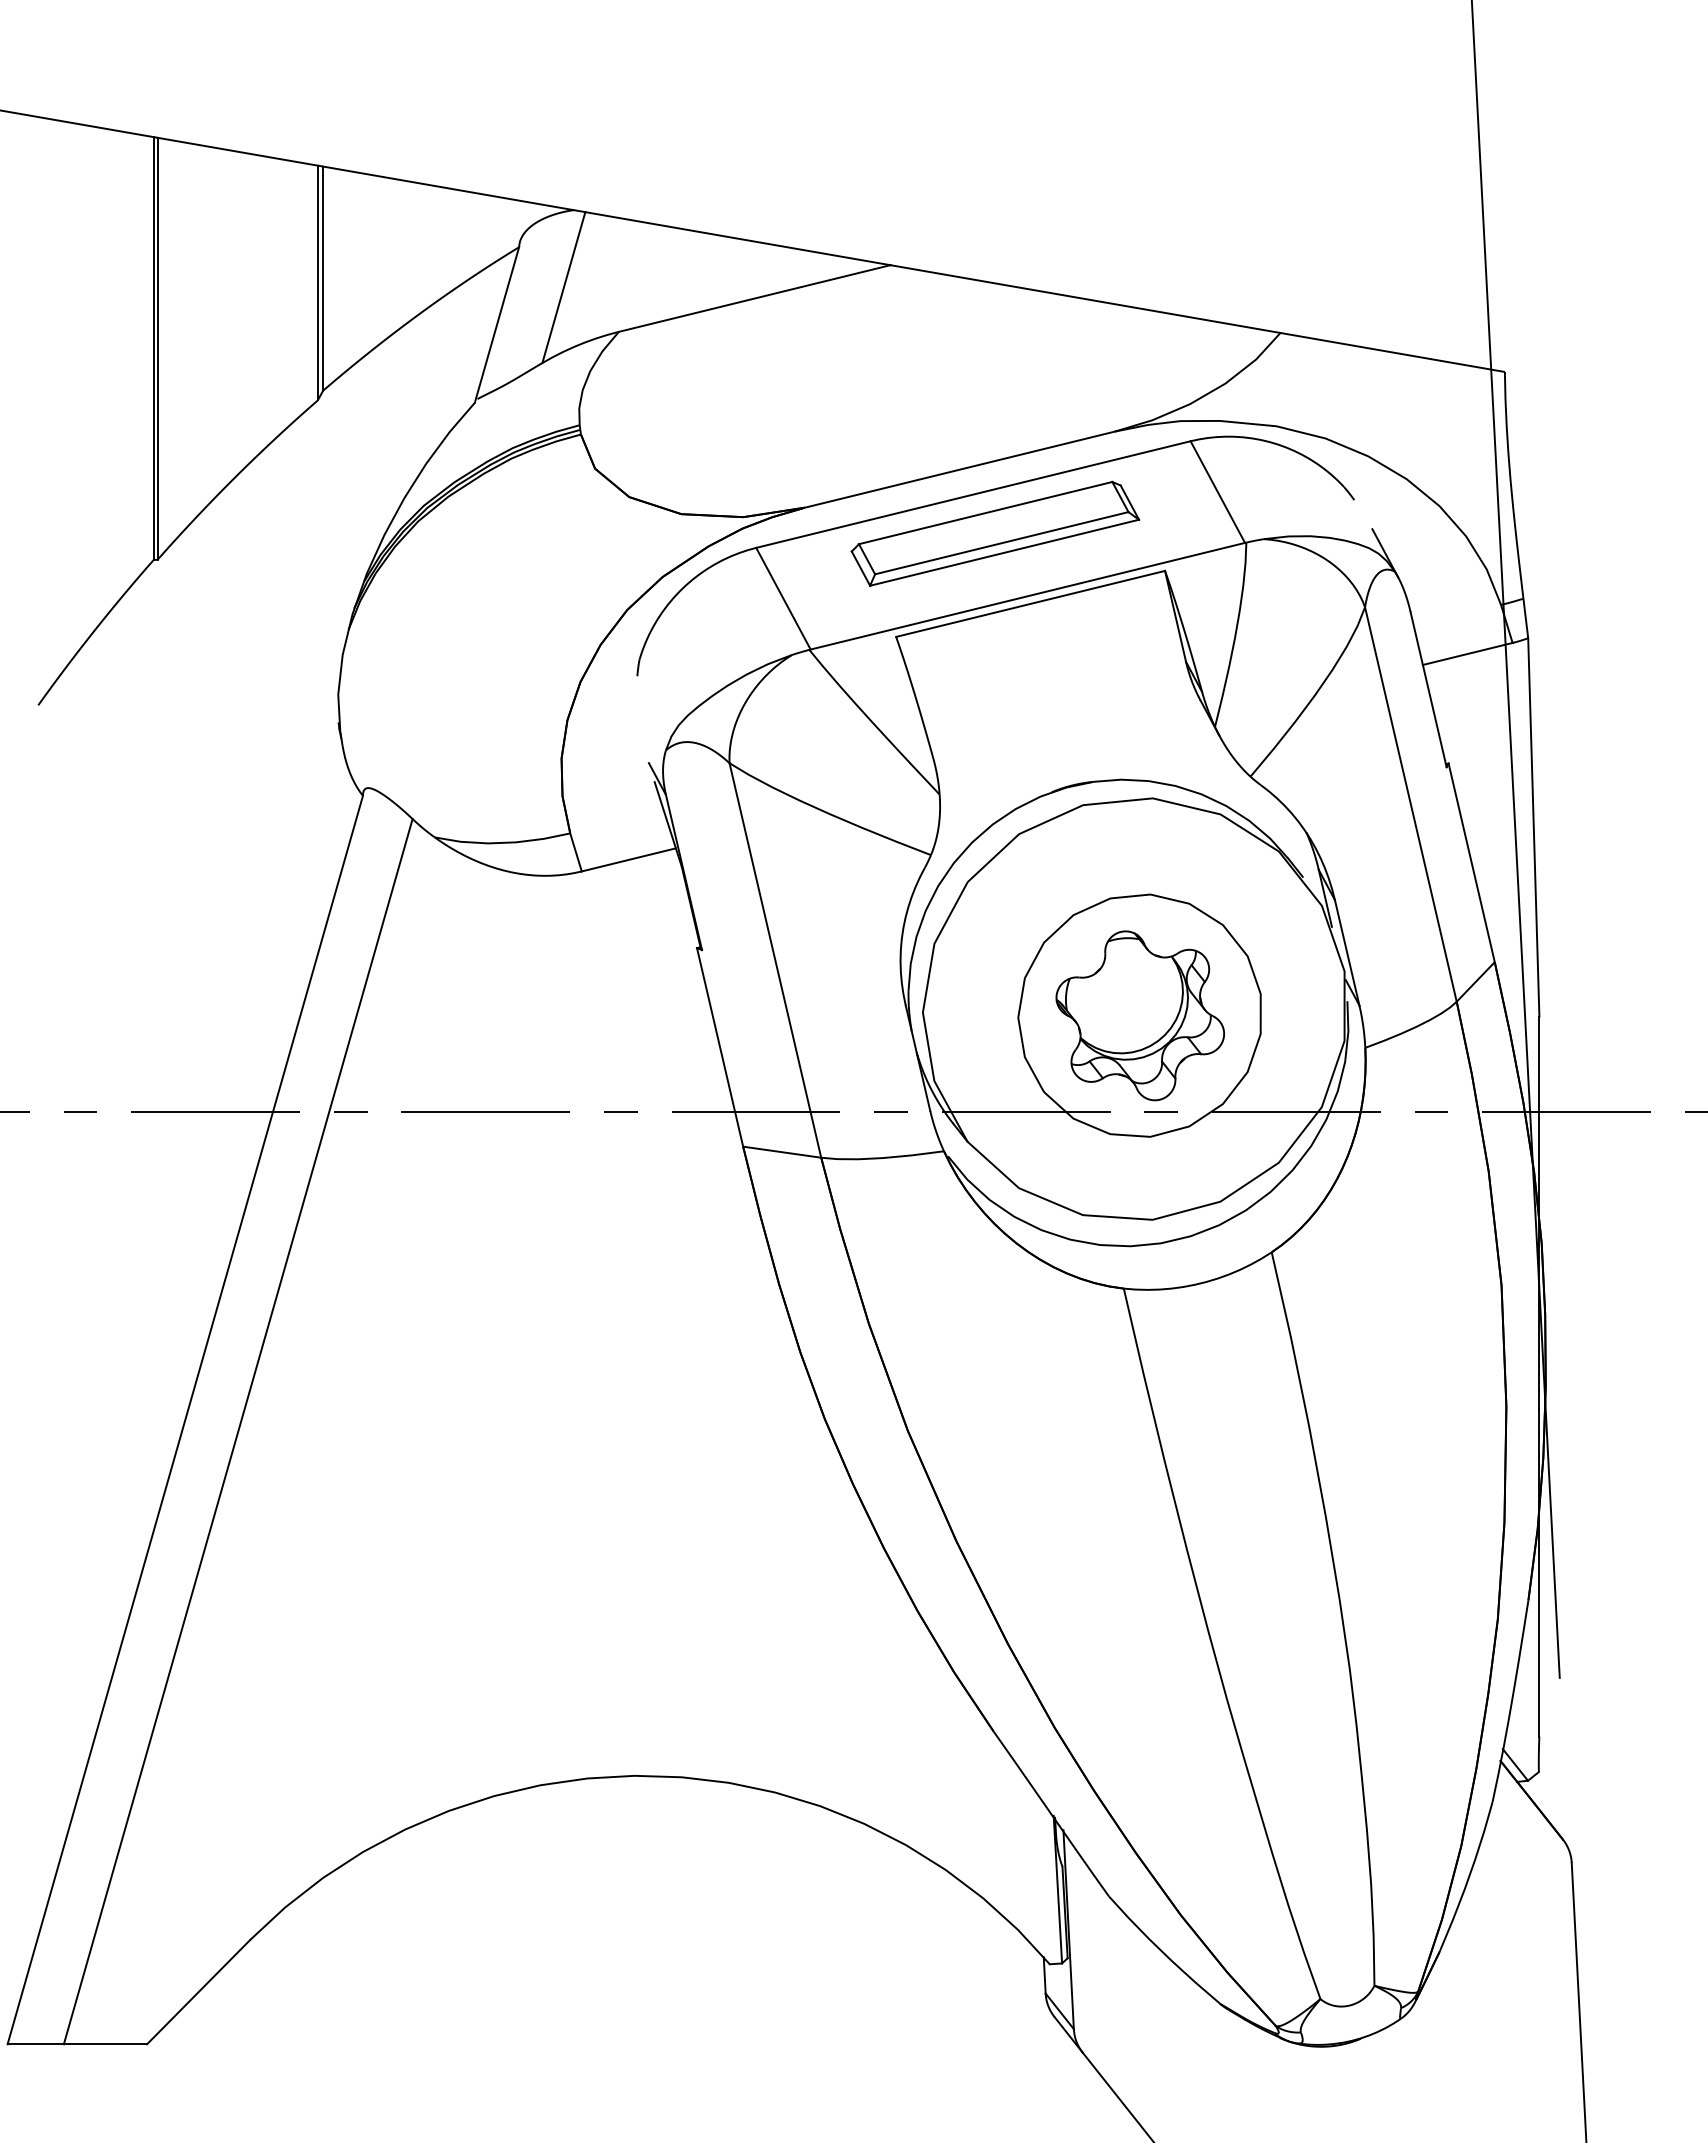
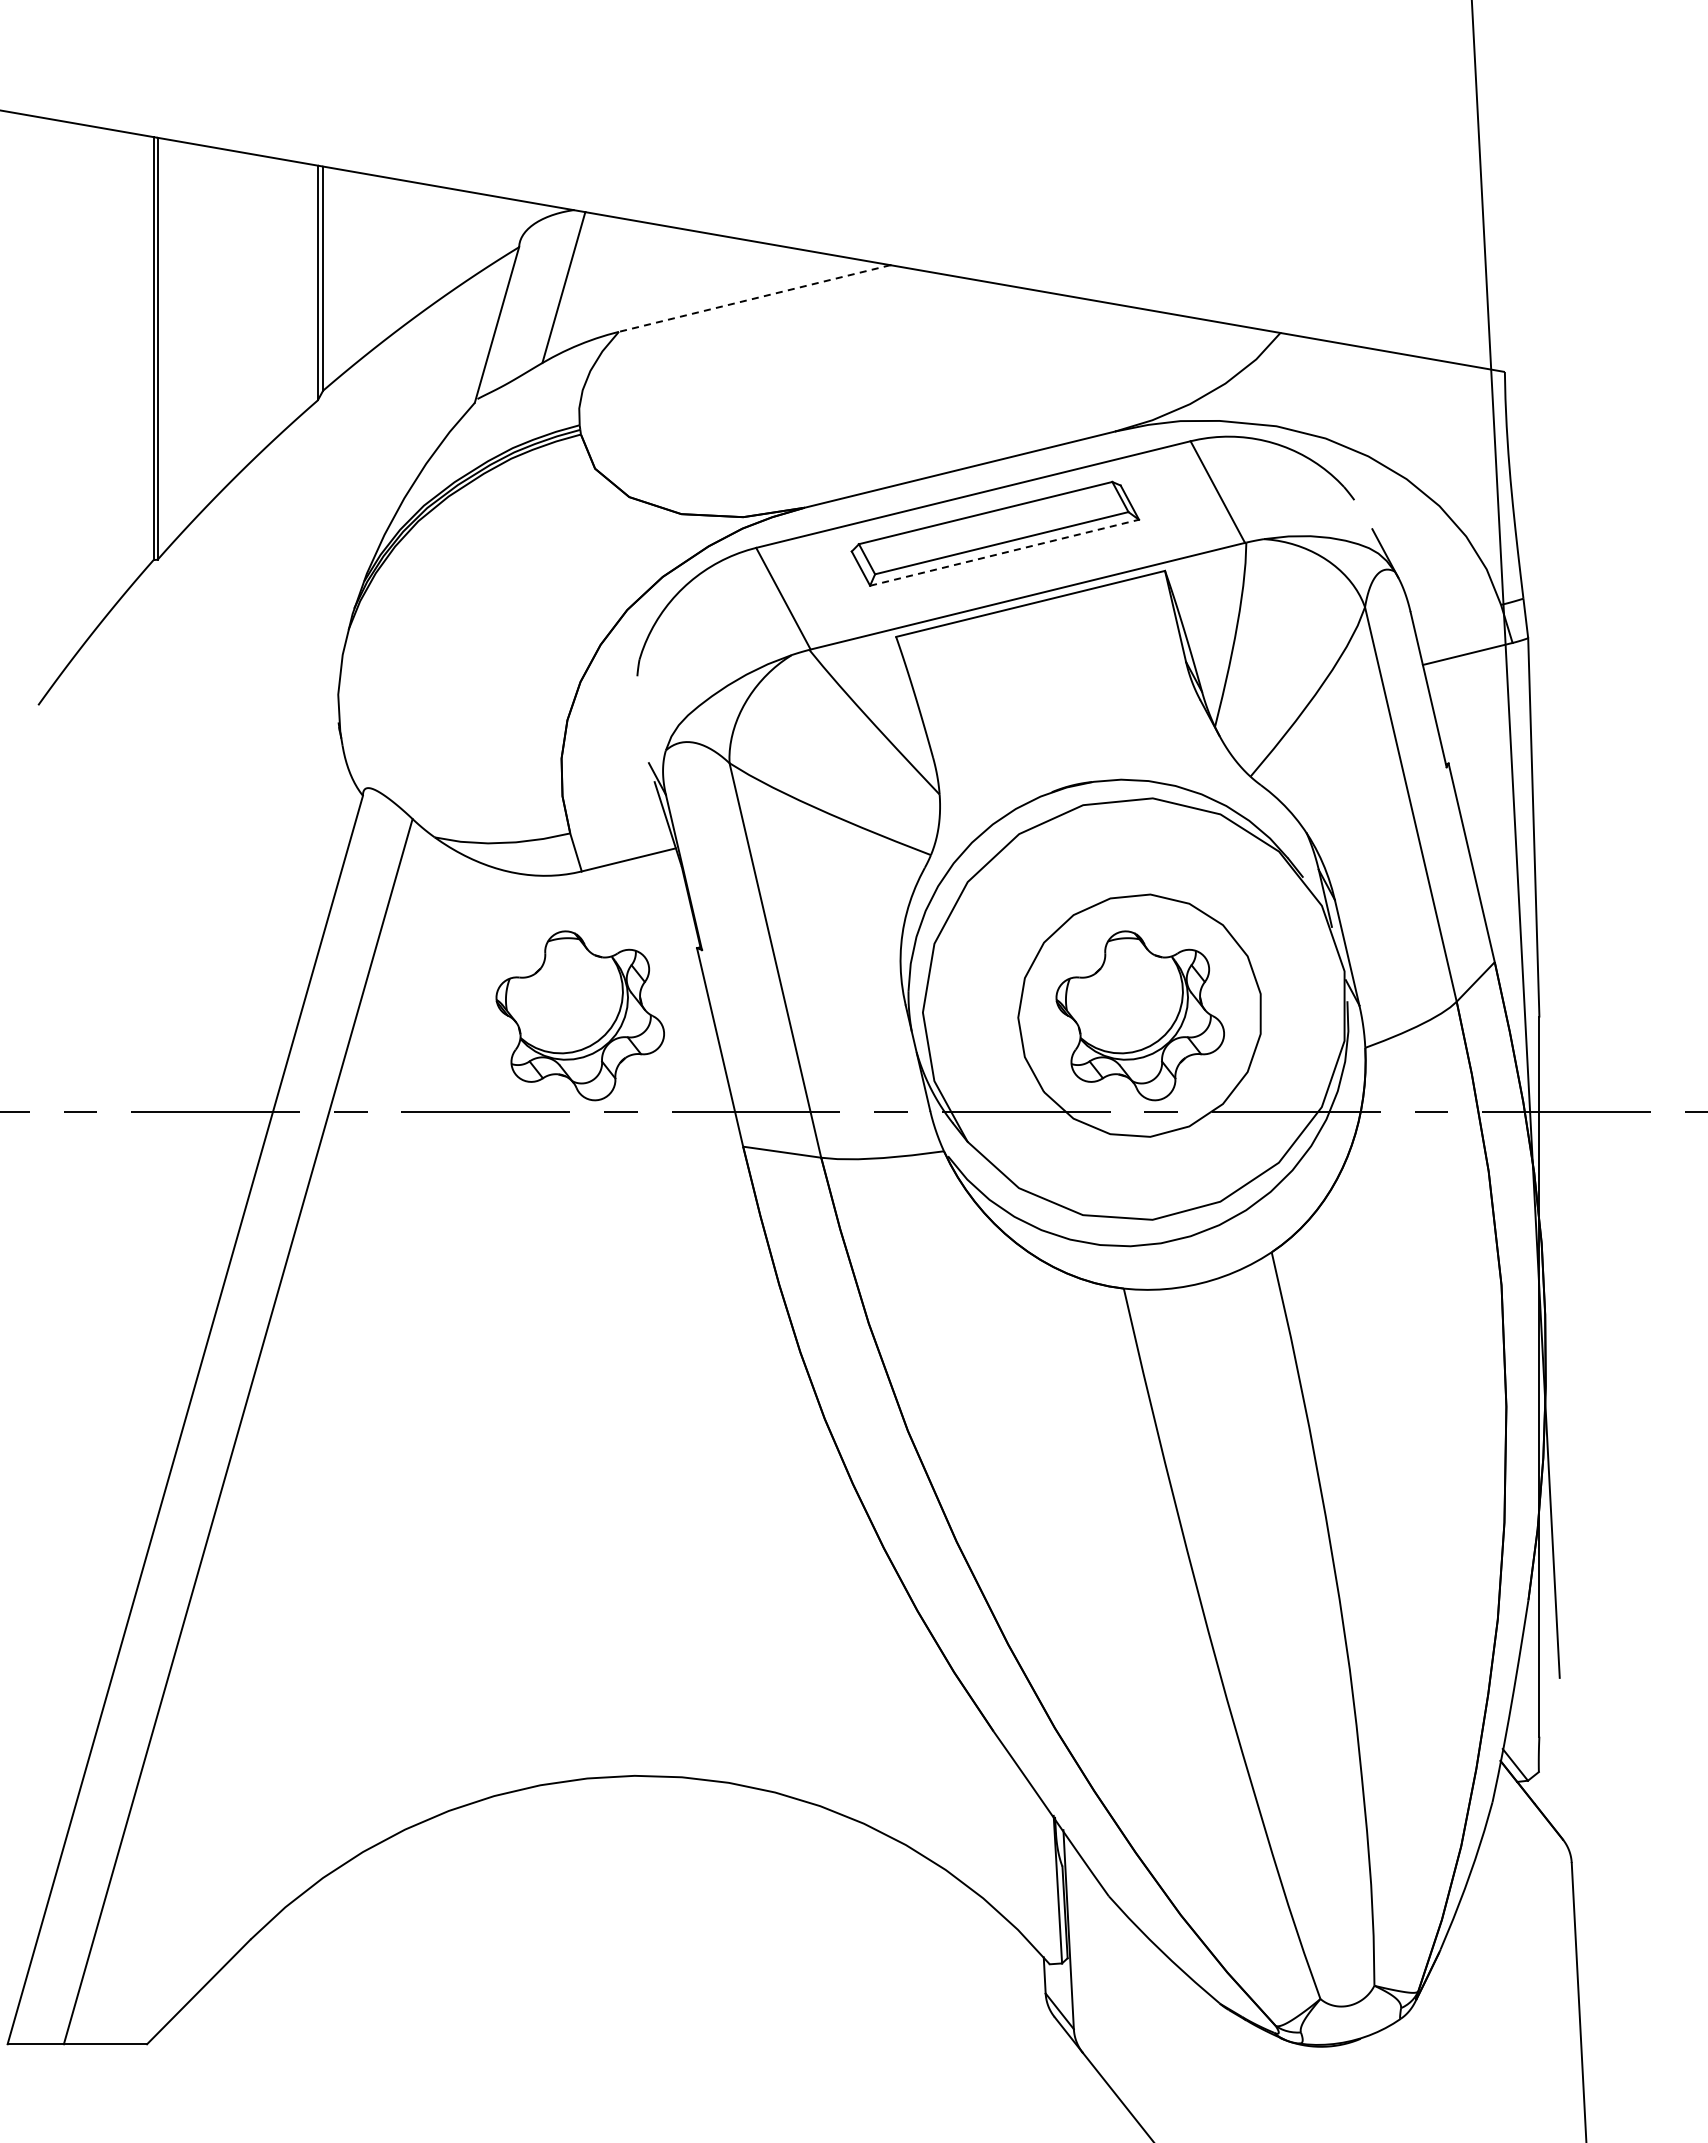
line at (754, 298): solid -> dashed
line at (1005, 552): solid -> dashed
part at (579, 1015): none -> present
